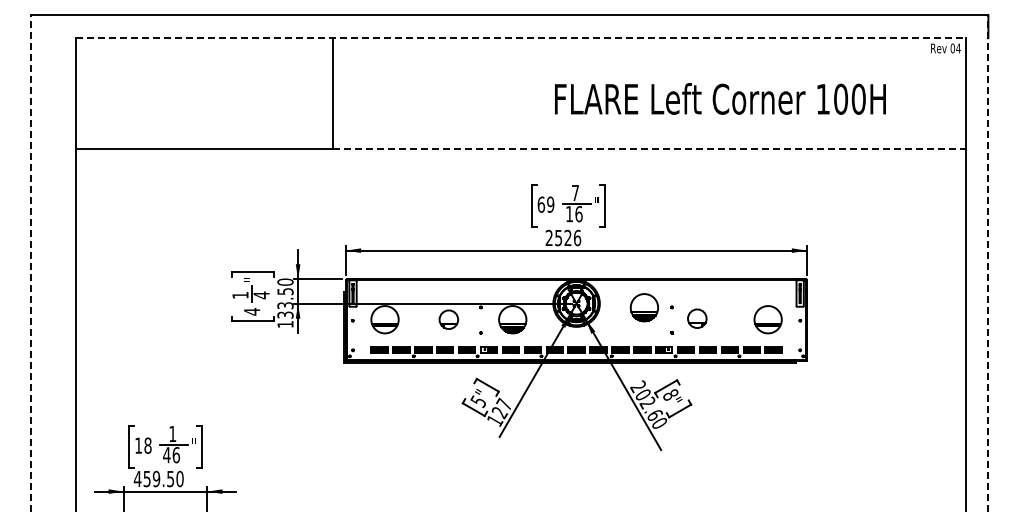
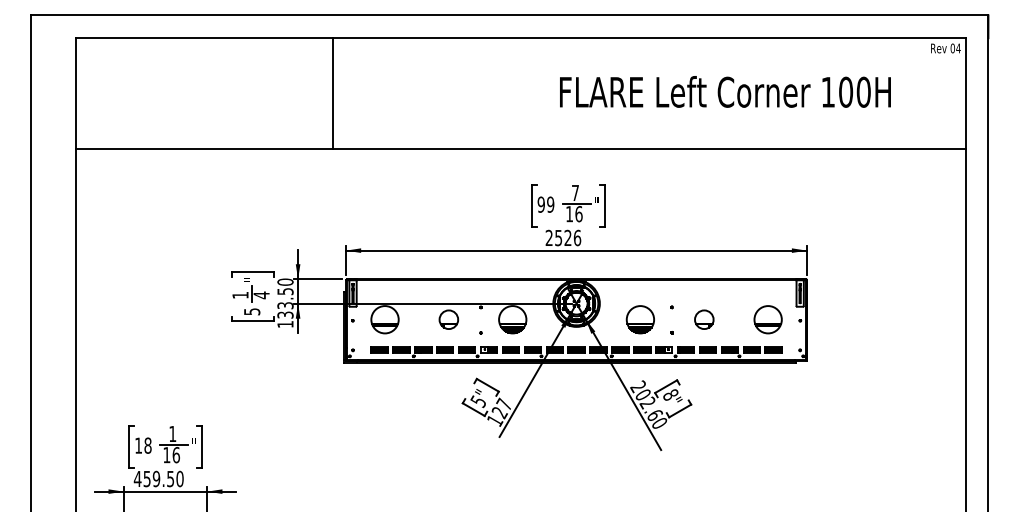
line at (520, 38): dashed -> solid
text at (720, 98) position: (720, 98) -> (725, 91)
line at (649, 148): dashed -> solid
text at (541, 204): 69 -> 99
line at (30, 263): dashed -> solid
line at (988, 263): dashed -> solid
part at (643, 307) position: (643, 307) -> (639, 319)
text at (252, 311): 4 -> 5
part at (697, 318) position: (697, 318) -> (704, 319)
text at (166, 455): 46 -> 16
